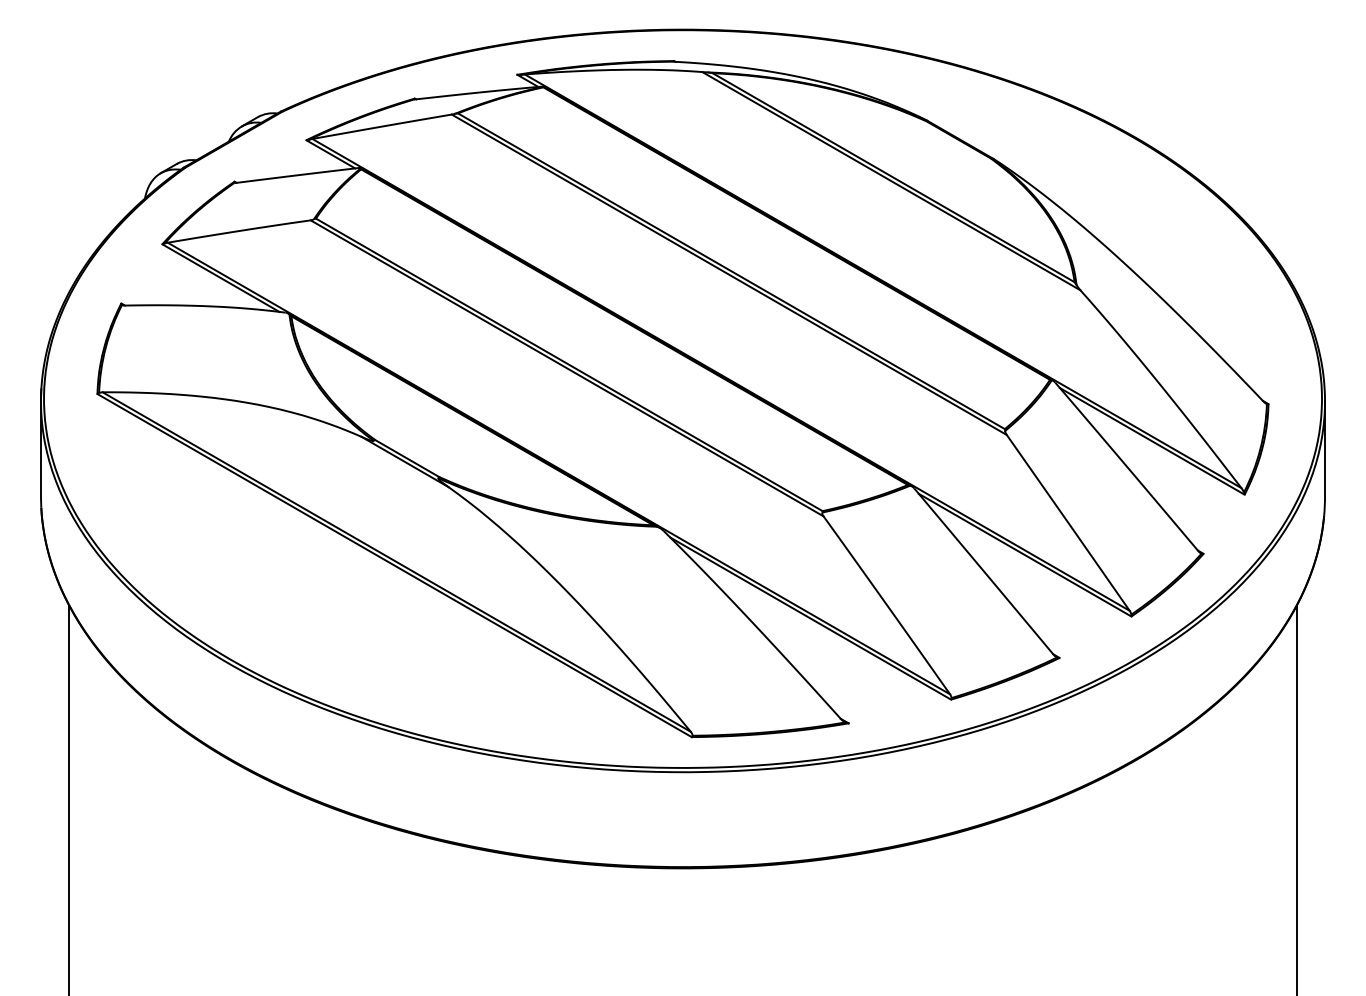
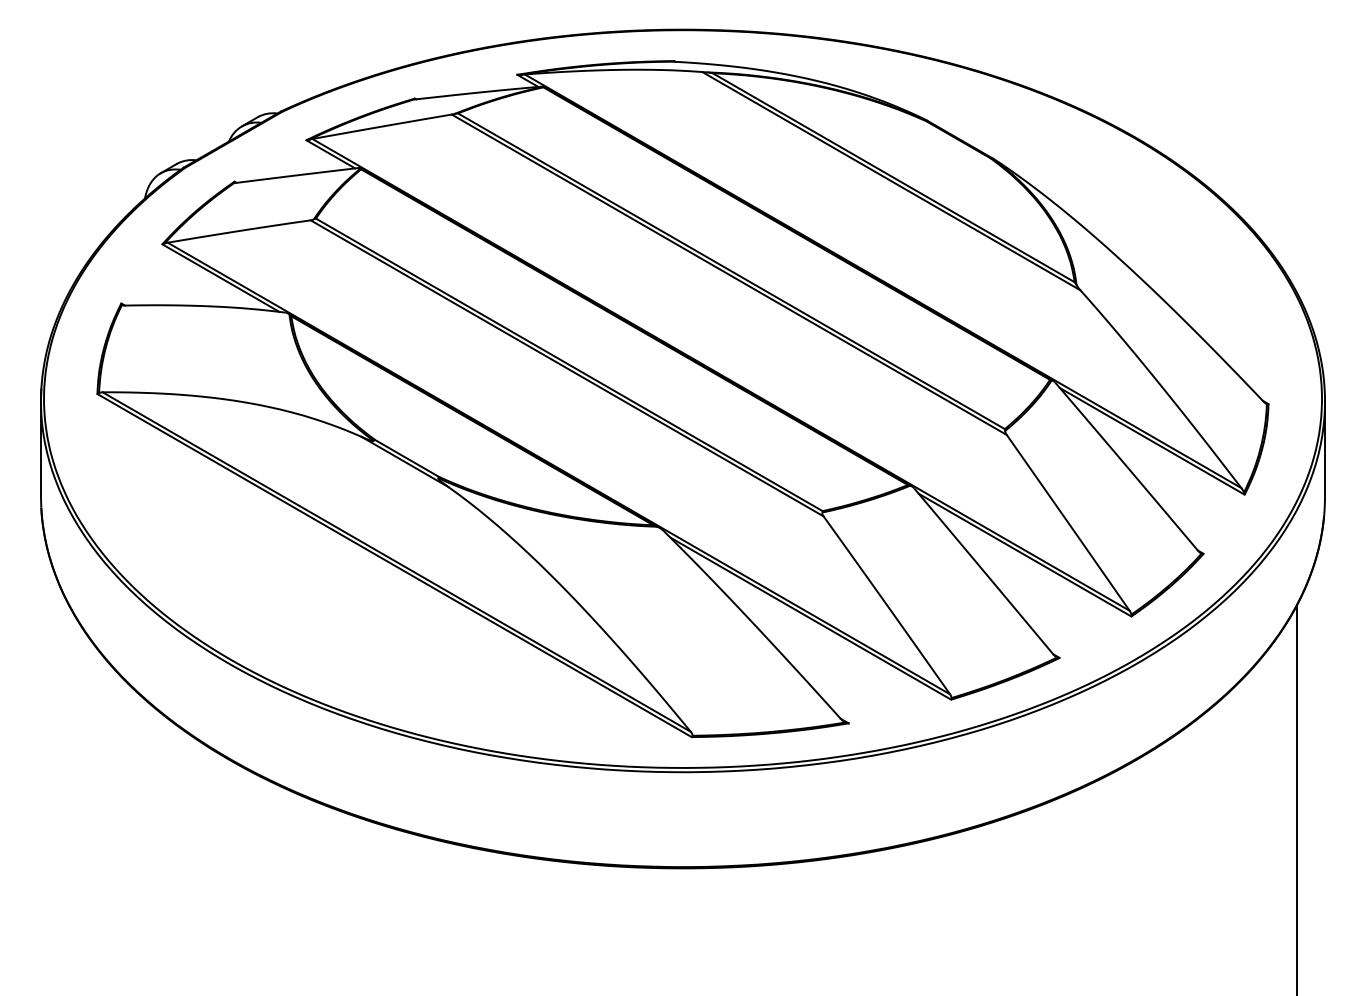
line at (69, 798): present -> none
